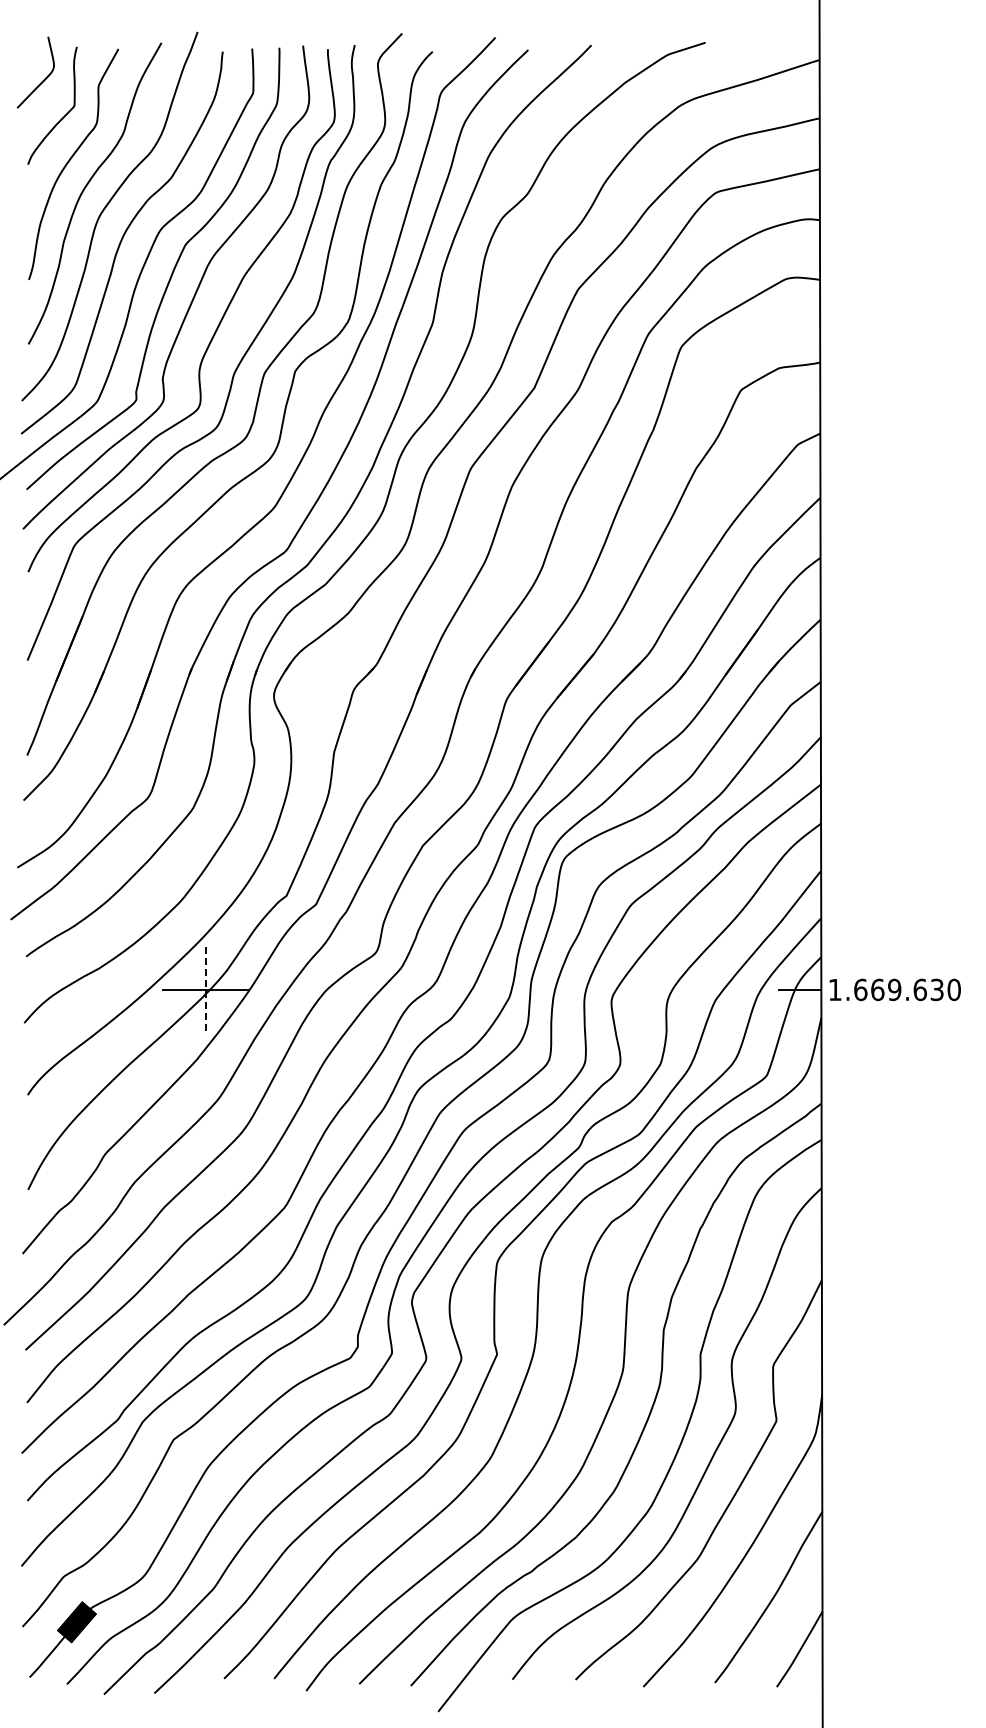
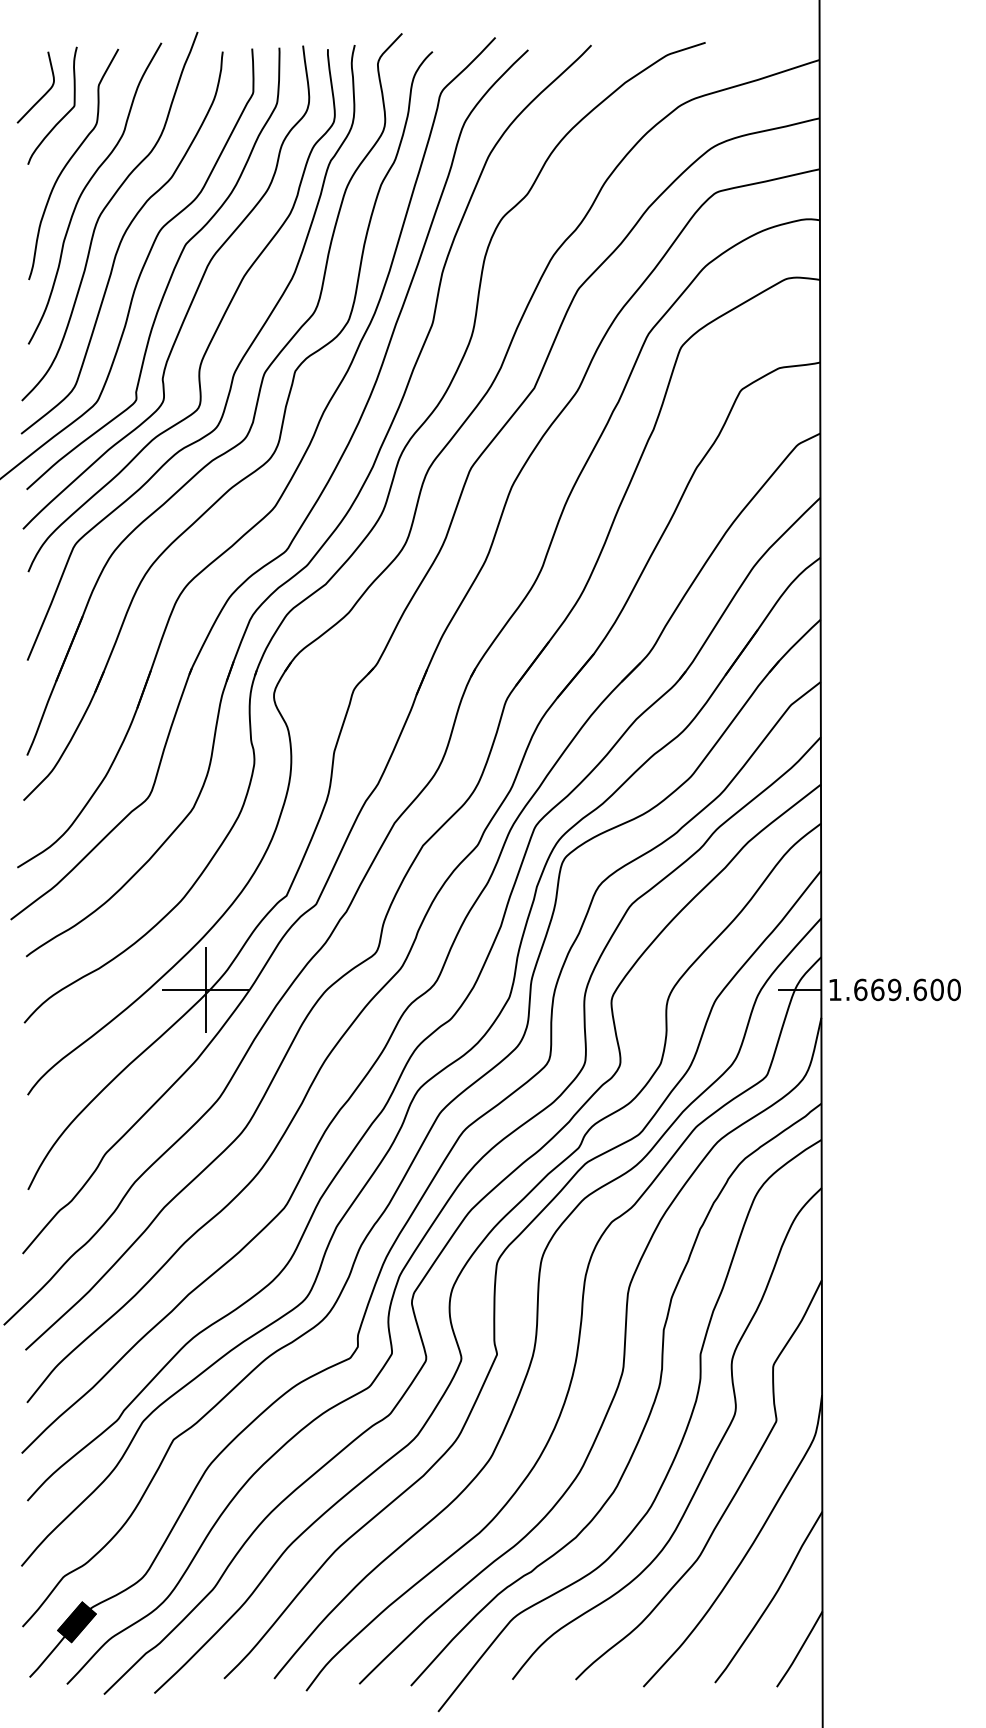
curve at (43, 79) position: (43, 79) -> (43, 94)
text at (936, 989): 1.669.630 -> 1.669.600
line at (205, 990): dashed -> solid
